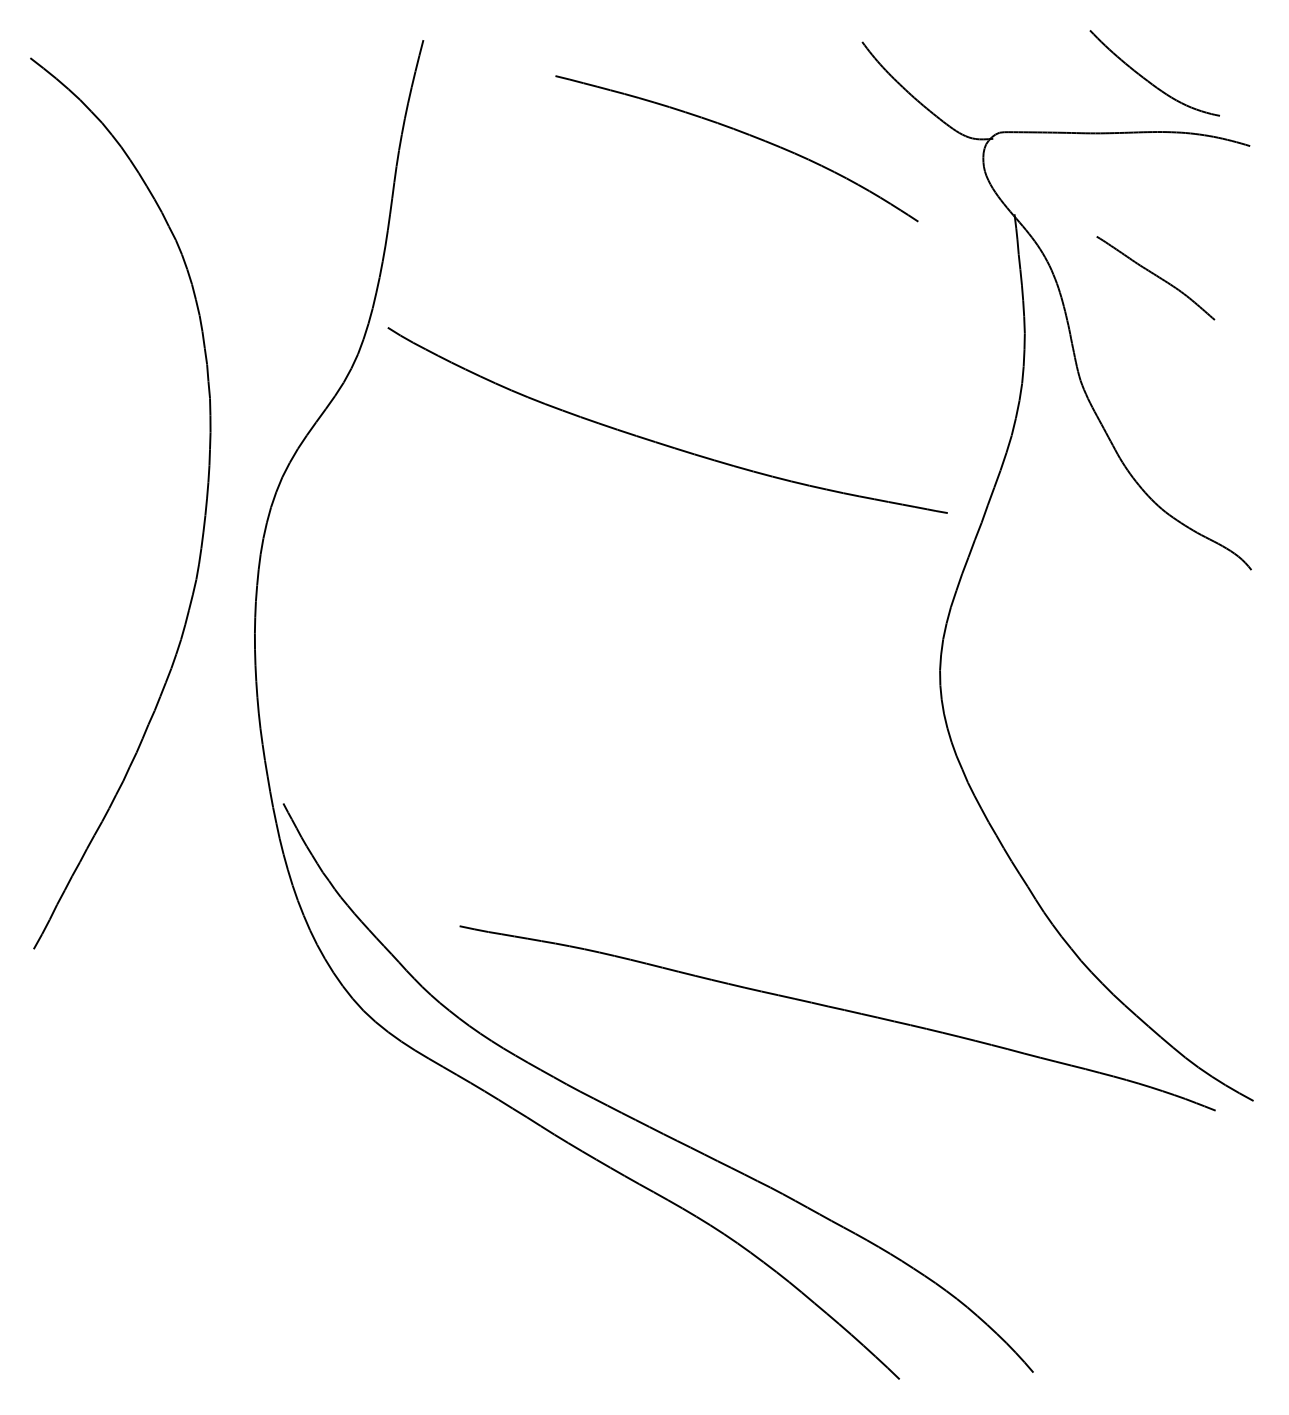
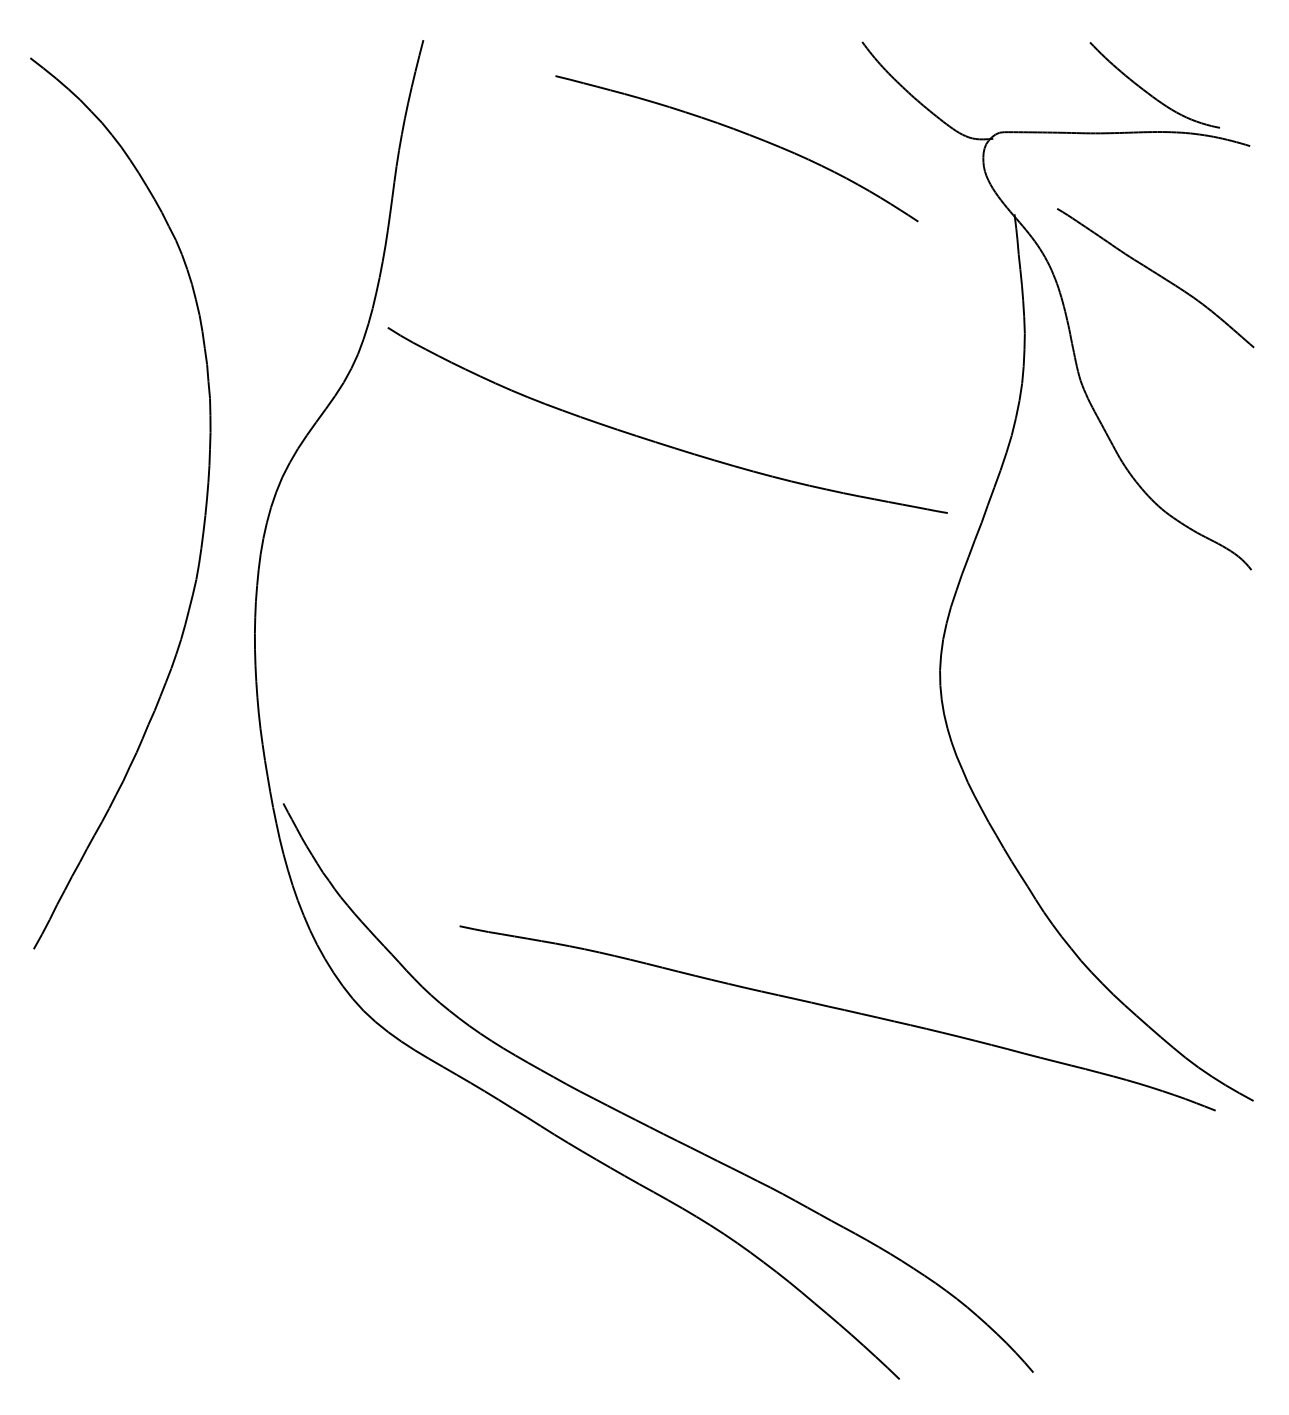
part at (1150, 81) position: (1150, 81) -> (1150, 93)
part at (1155, 278) size: 120x85 px -> 198x141 px
